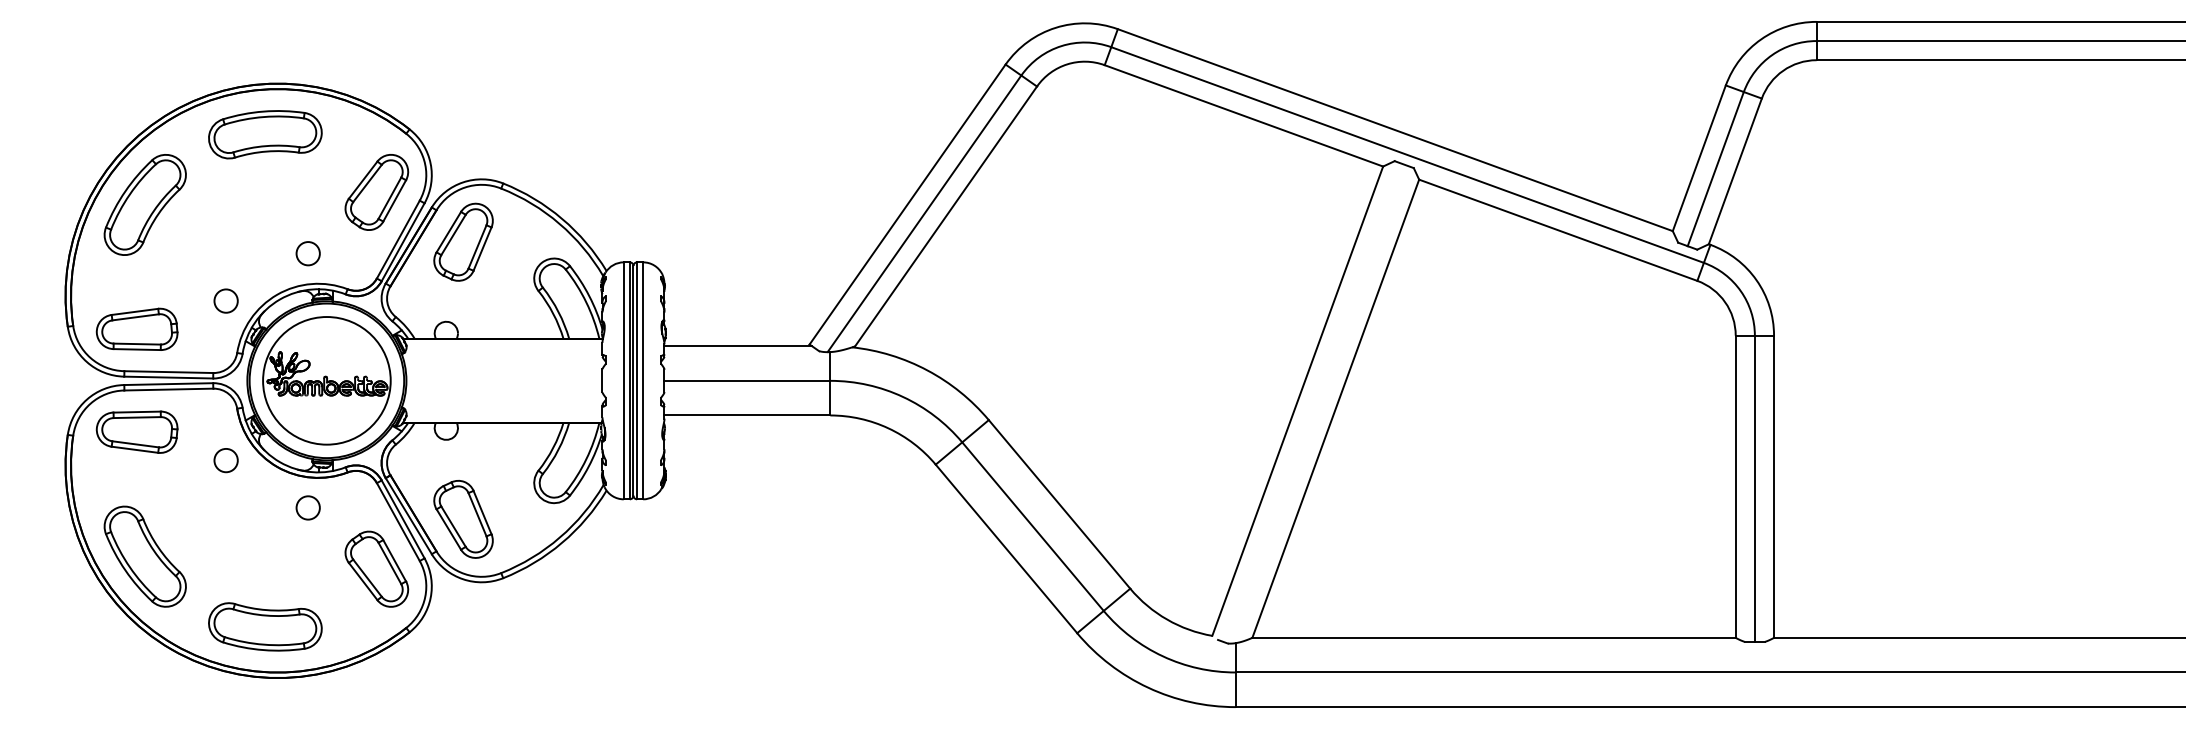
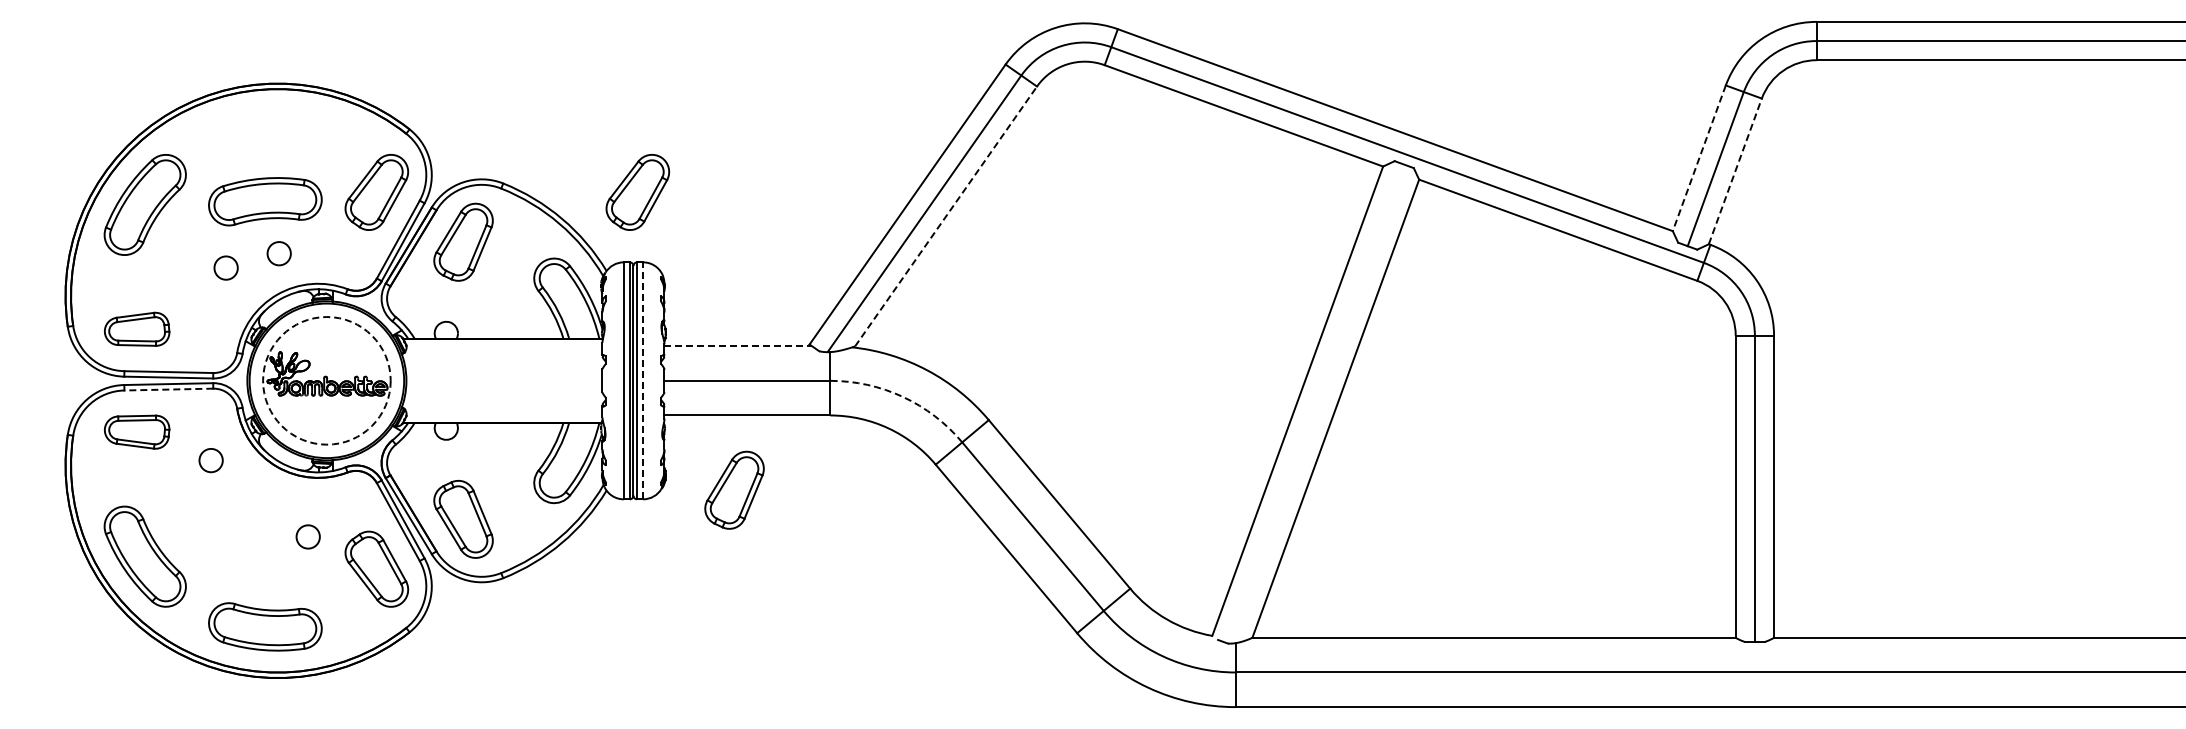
part at (265, 134) position: (265, 134) -> (265, 201)
line at (1699, 158): solid -> dashed
line at (1735, 171): solid -> dashed
part at (637, 192): none -> present
line at (946, 216): solid -> dashed
circle at (307, 253) position: (307, 253) -> (278, 253)
circle at (225, 300) position: (225, 300) -> (225, 267)
part at (136, 328) size: 84x44 px -> 67x36 px
line at (738, 346): solid -> dashed
circle at (326, 380): solid -> dashed
line at (643, 380): solid -> dashed
line at (168, 389): solid -> dashed
arc at (903, 396): solid -> dashed
part at (136, 431) size: 84x44 px -> 67x36 px
circle at (225, 460) position: (225, 460) -> (210, 460)
part at (734, 489): none -> present
circle at (307, 507) position: (307, 507) -> (307, 536)
